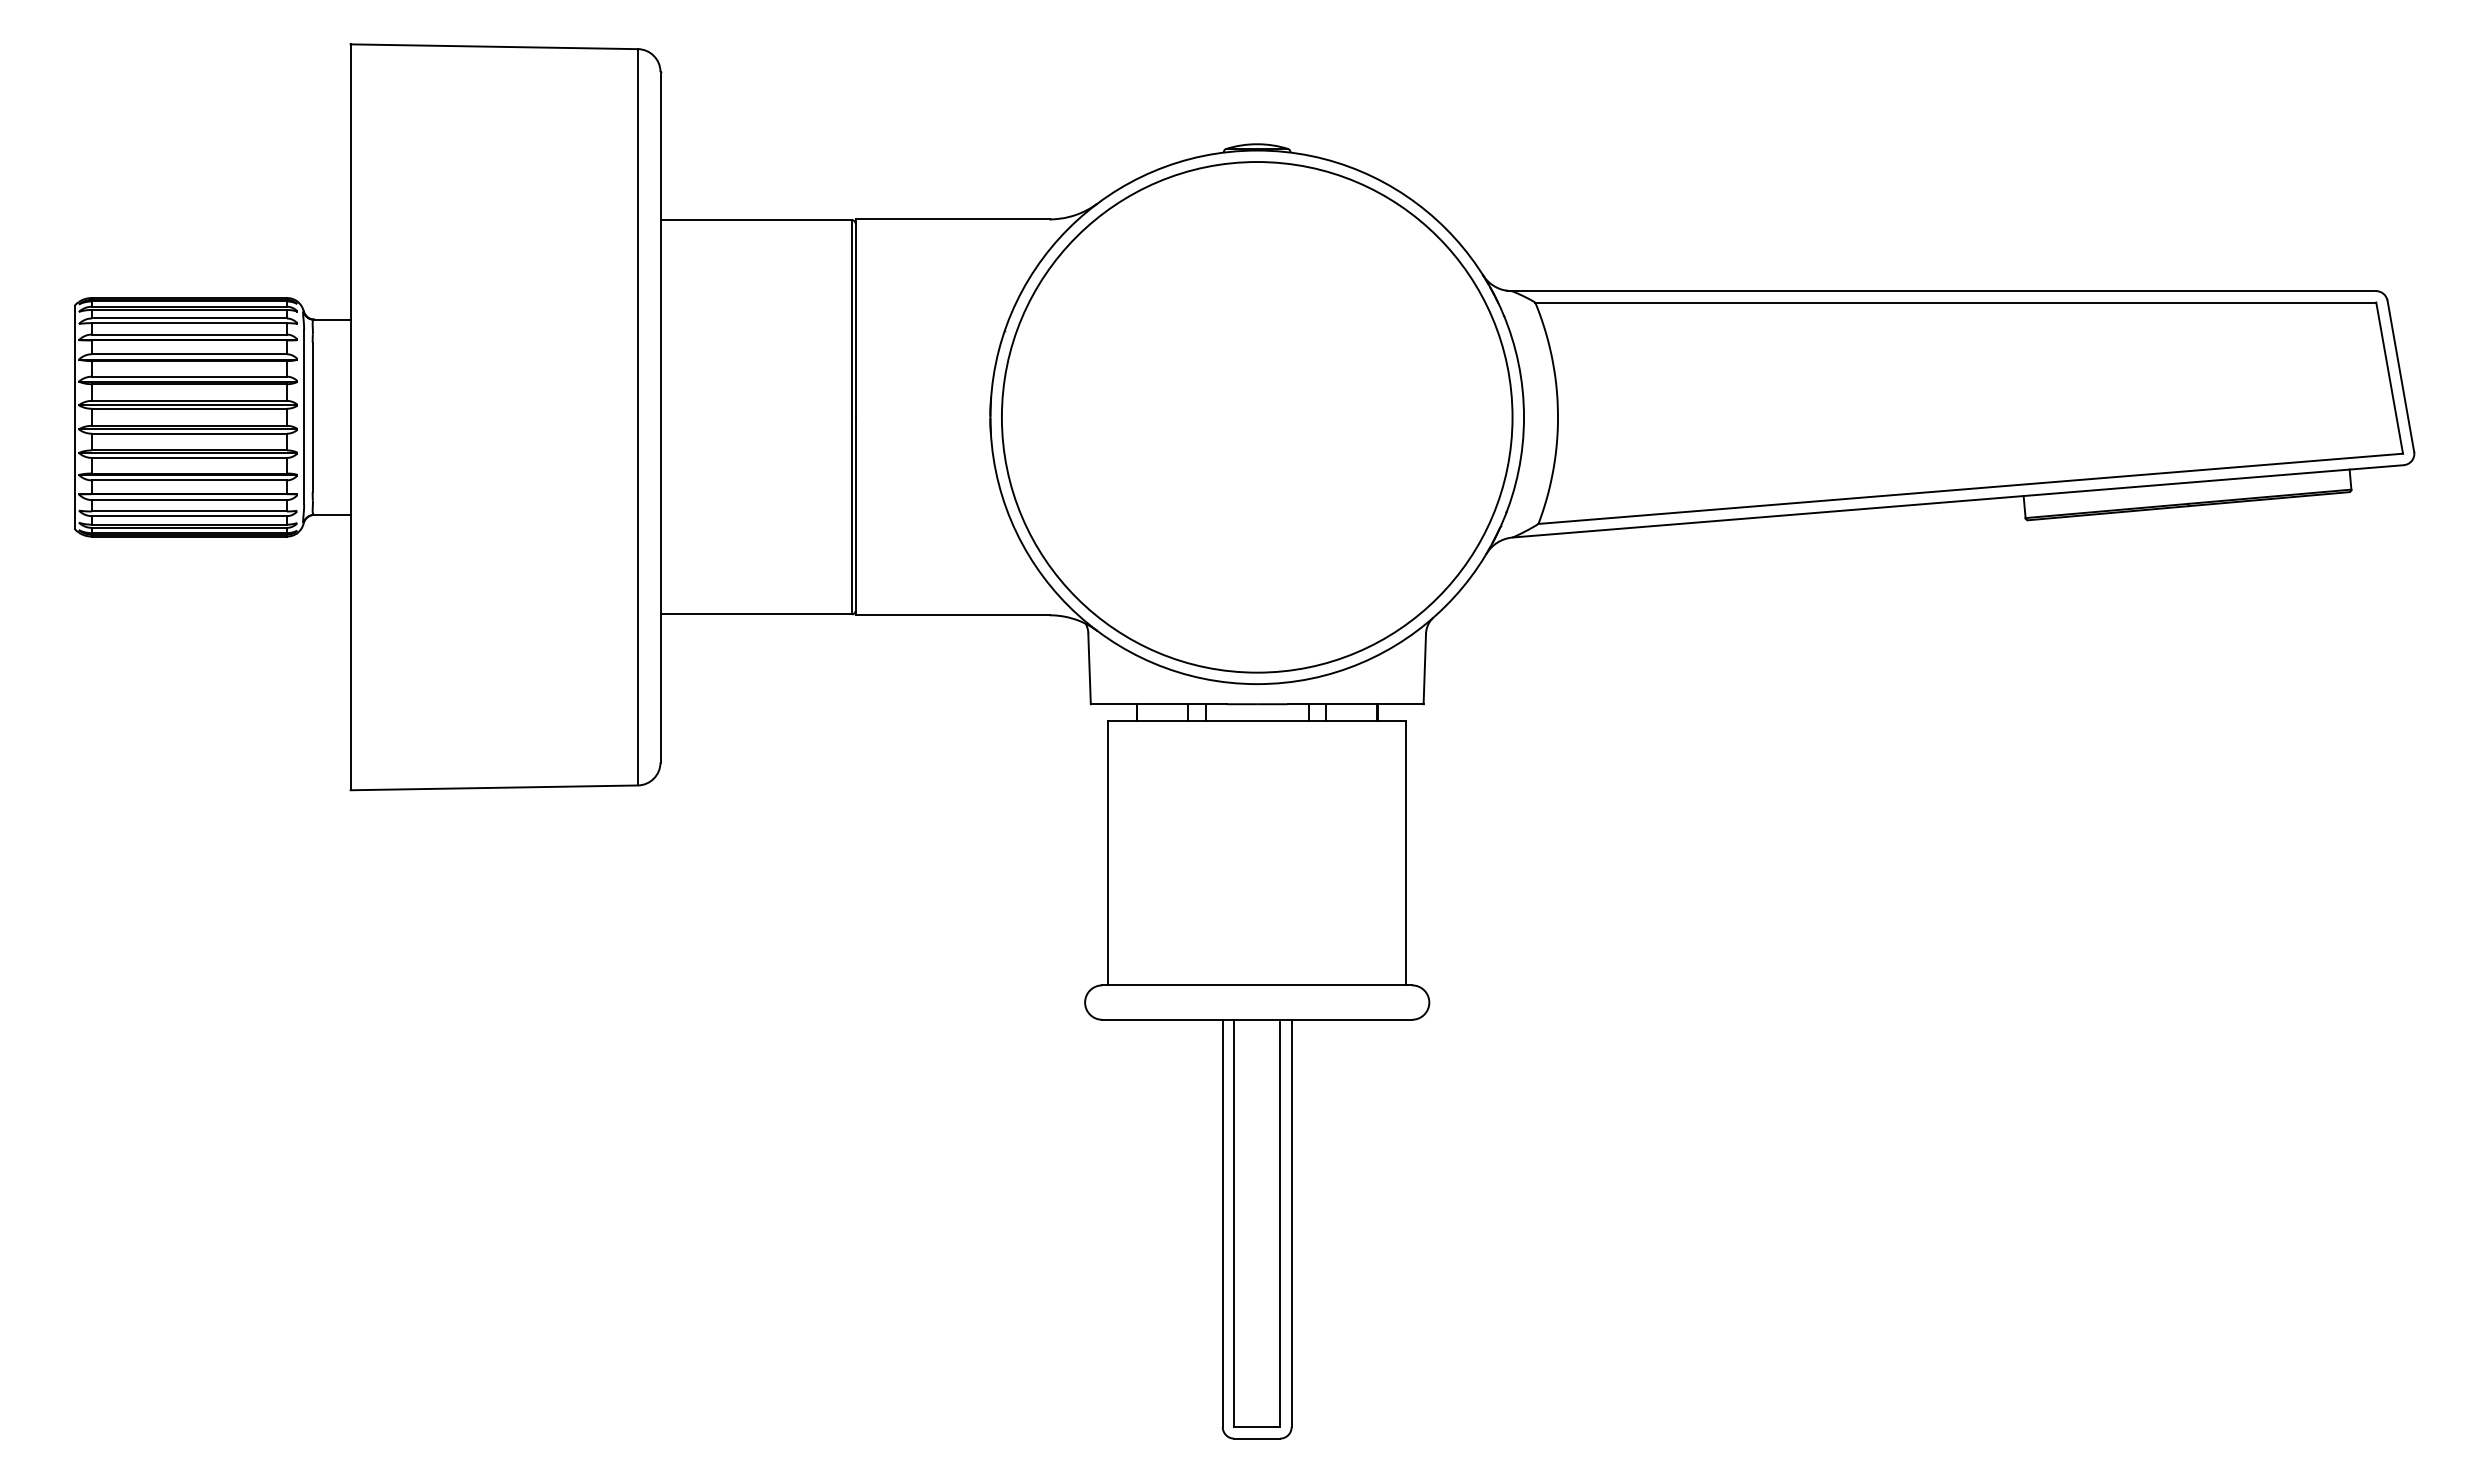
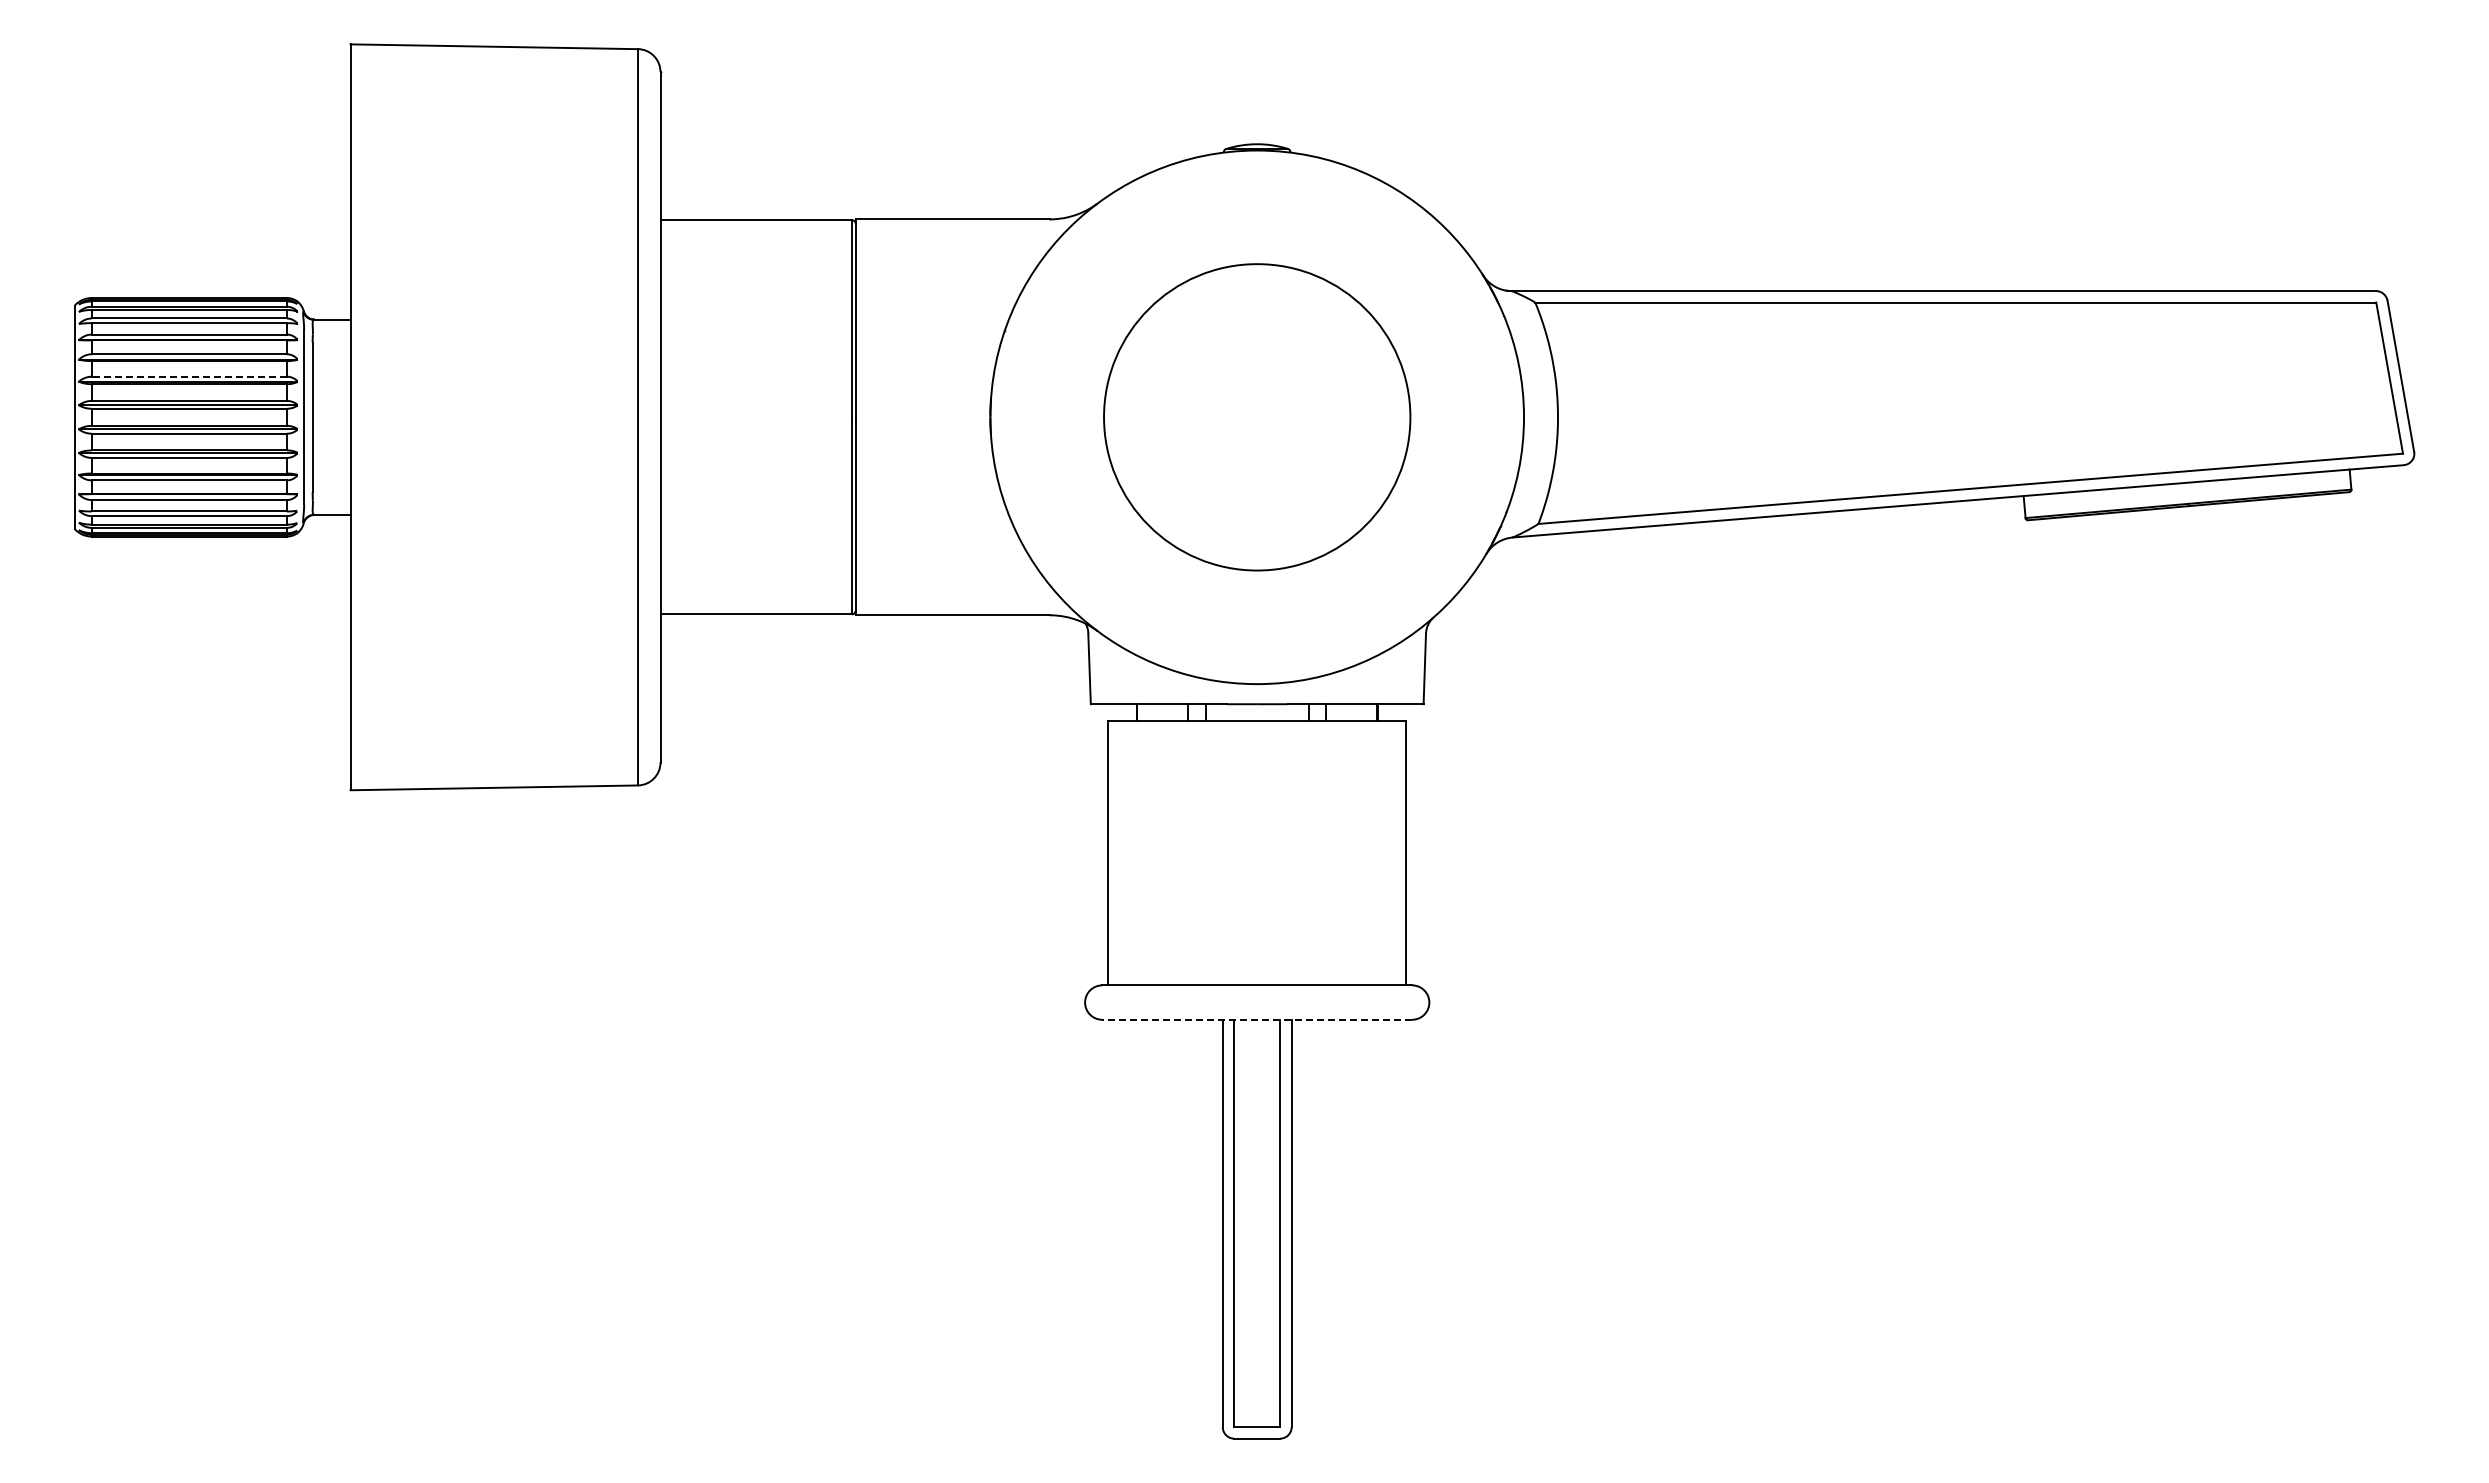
line at (189, 376): solid -> dashed
circle at (1256, 417) diameter: 511 px -> 306 px
line at (1257, 1019): solid -> dashed
